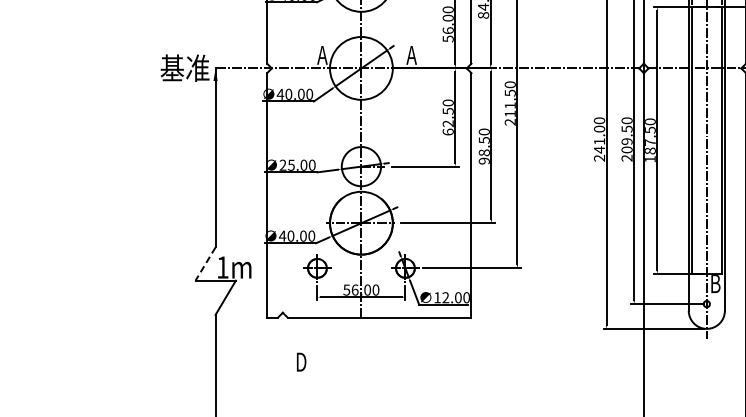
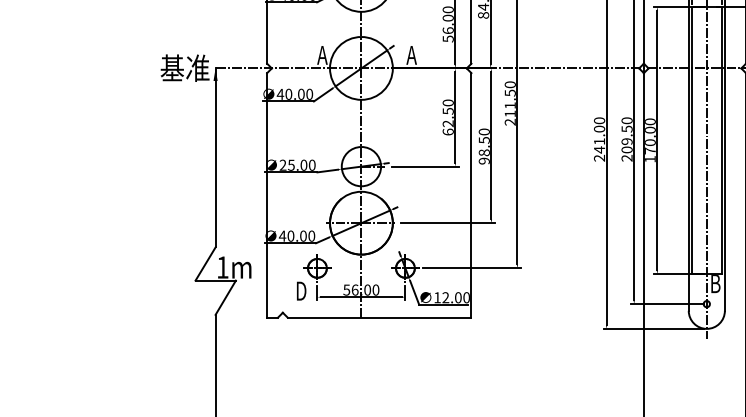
text at (650, 140): 187.50 -> 170.00
line at (205, 264): dashed -> solid
text at (301, 361) position: (301, 361) -> (301, 290)
